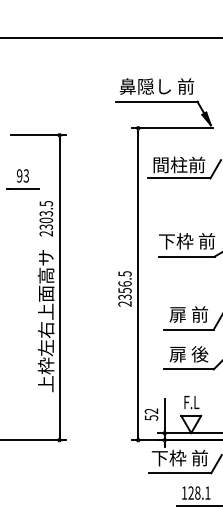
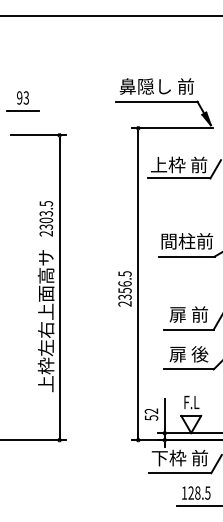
line at (110, 37) position: (110, 37) -> (110, 15)
text at (179, 164): 間柱前 -> 上枠 前
part at (22, 179) position: (22, 179) -> (22, 101)
text at (187, 241): 下枠 前 -> 間柱前
text at (207, 492): 128.1 -> 128.5
